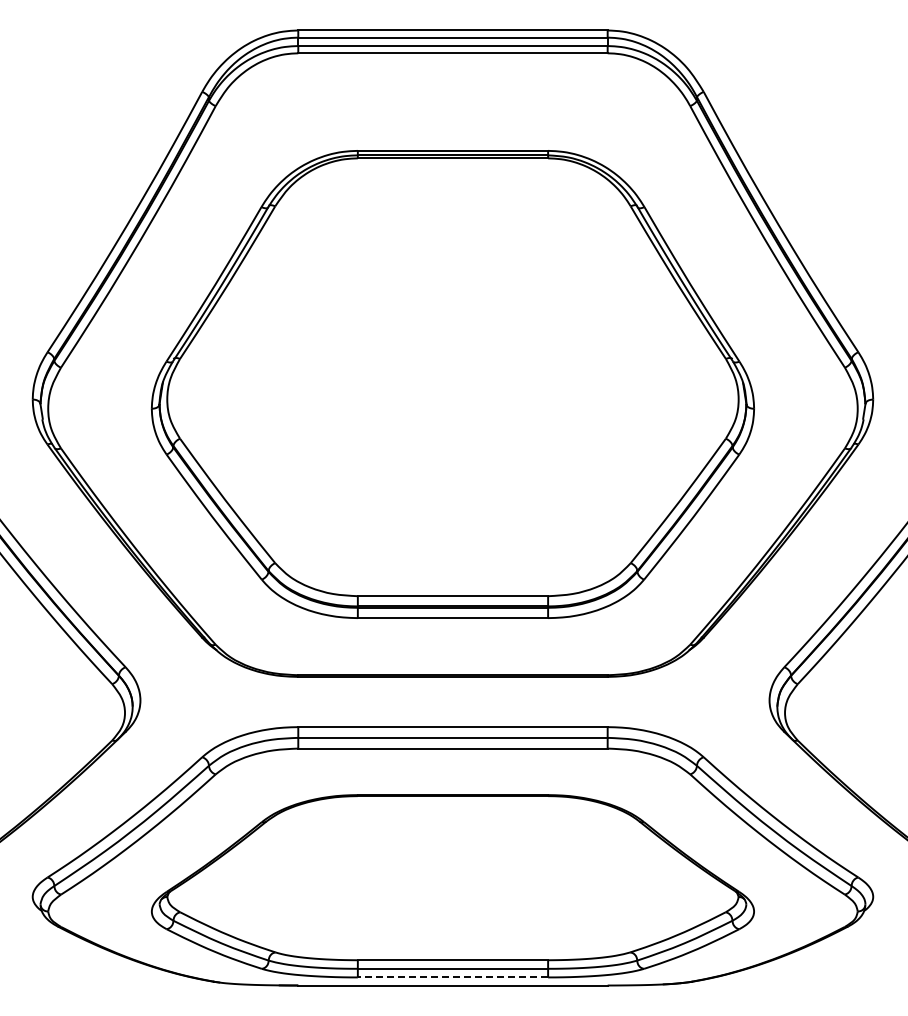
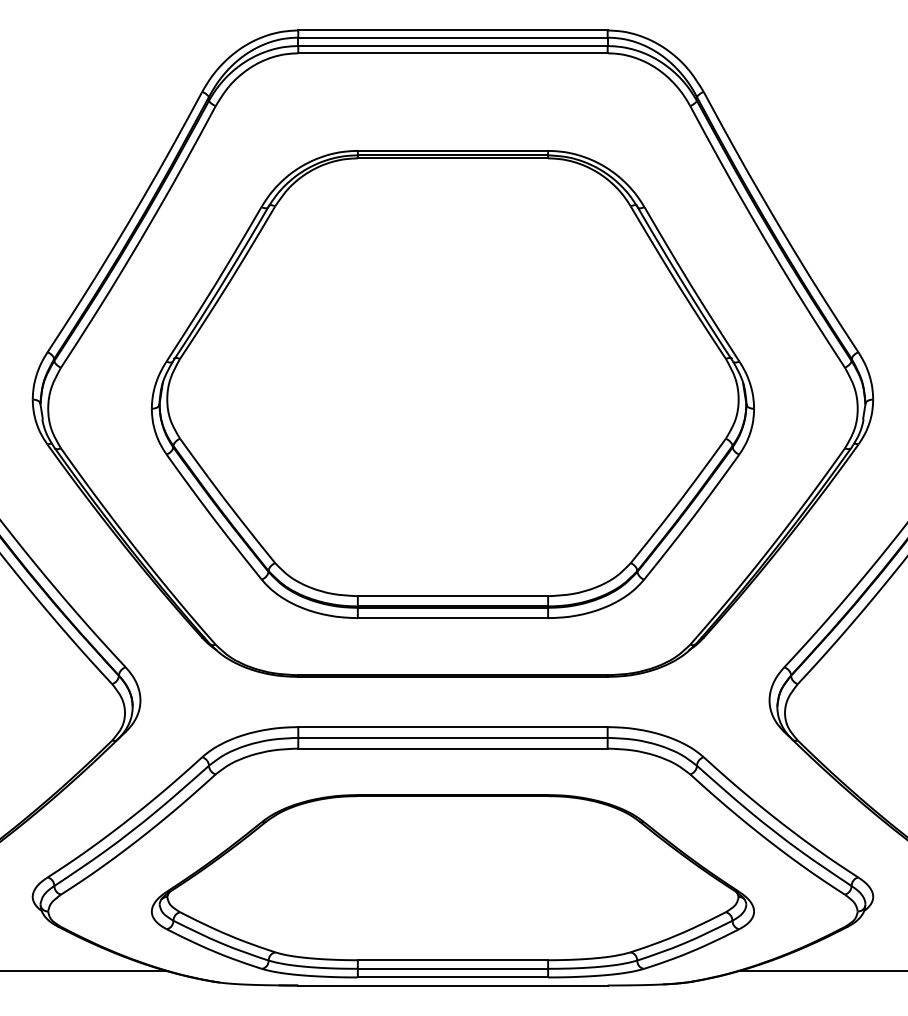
line at (84, 971): none -> present
line at (821, 971): none -> present
line at (452, 977): dashed -> solid
